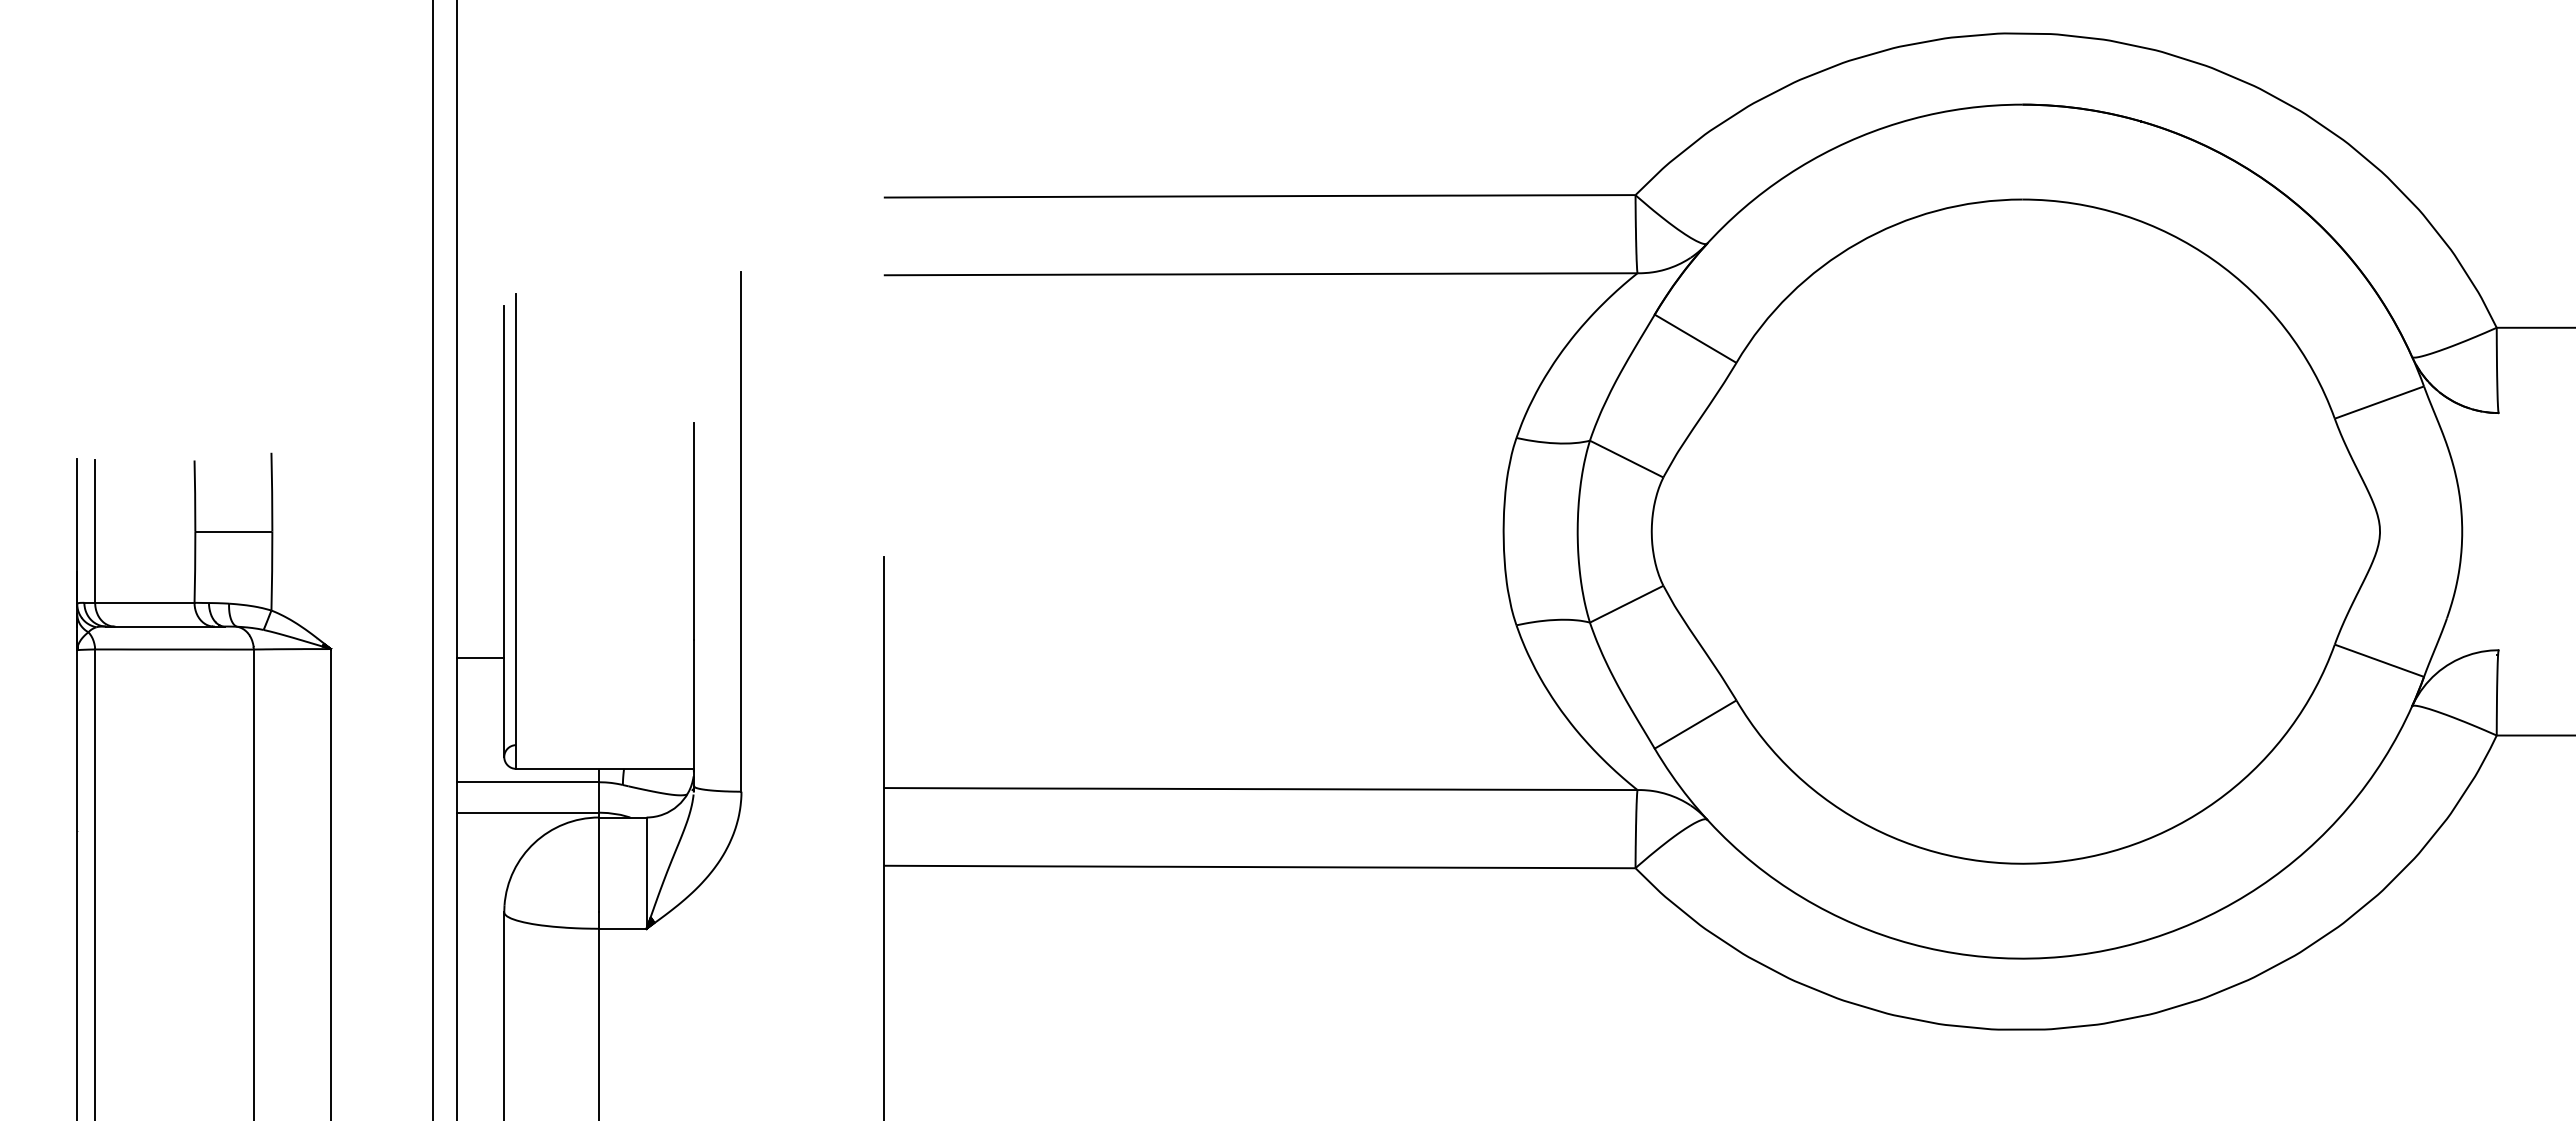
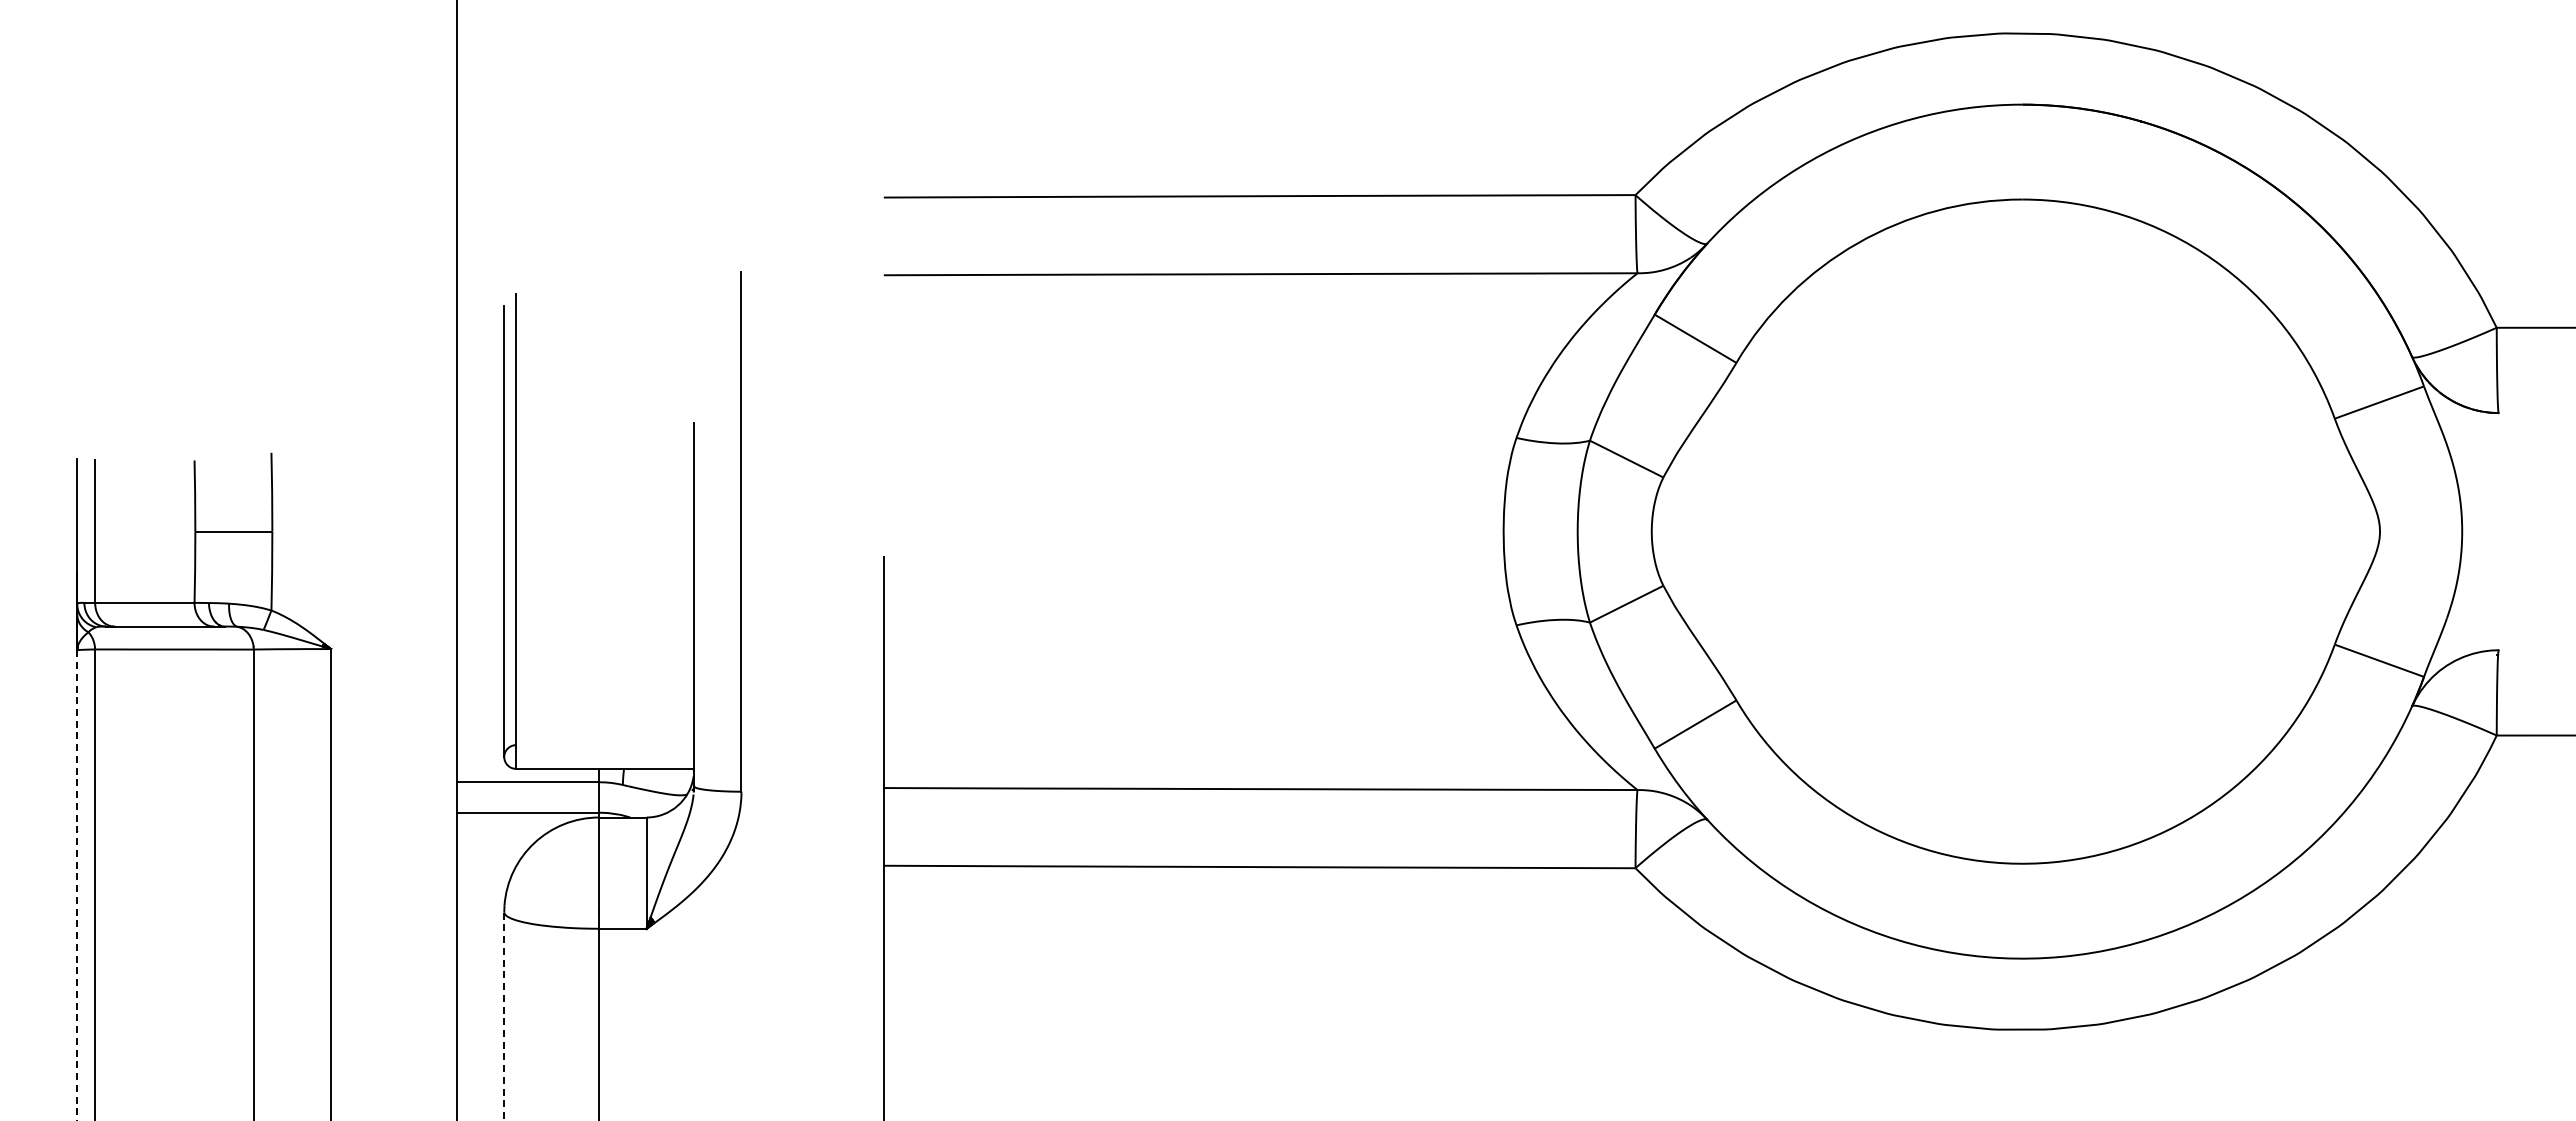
line at (433, 559): present -> none
line at (480, 657): present -> none
line at (77, 886): solid -> dashed
line at (504, 1016): solid -> dashed
